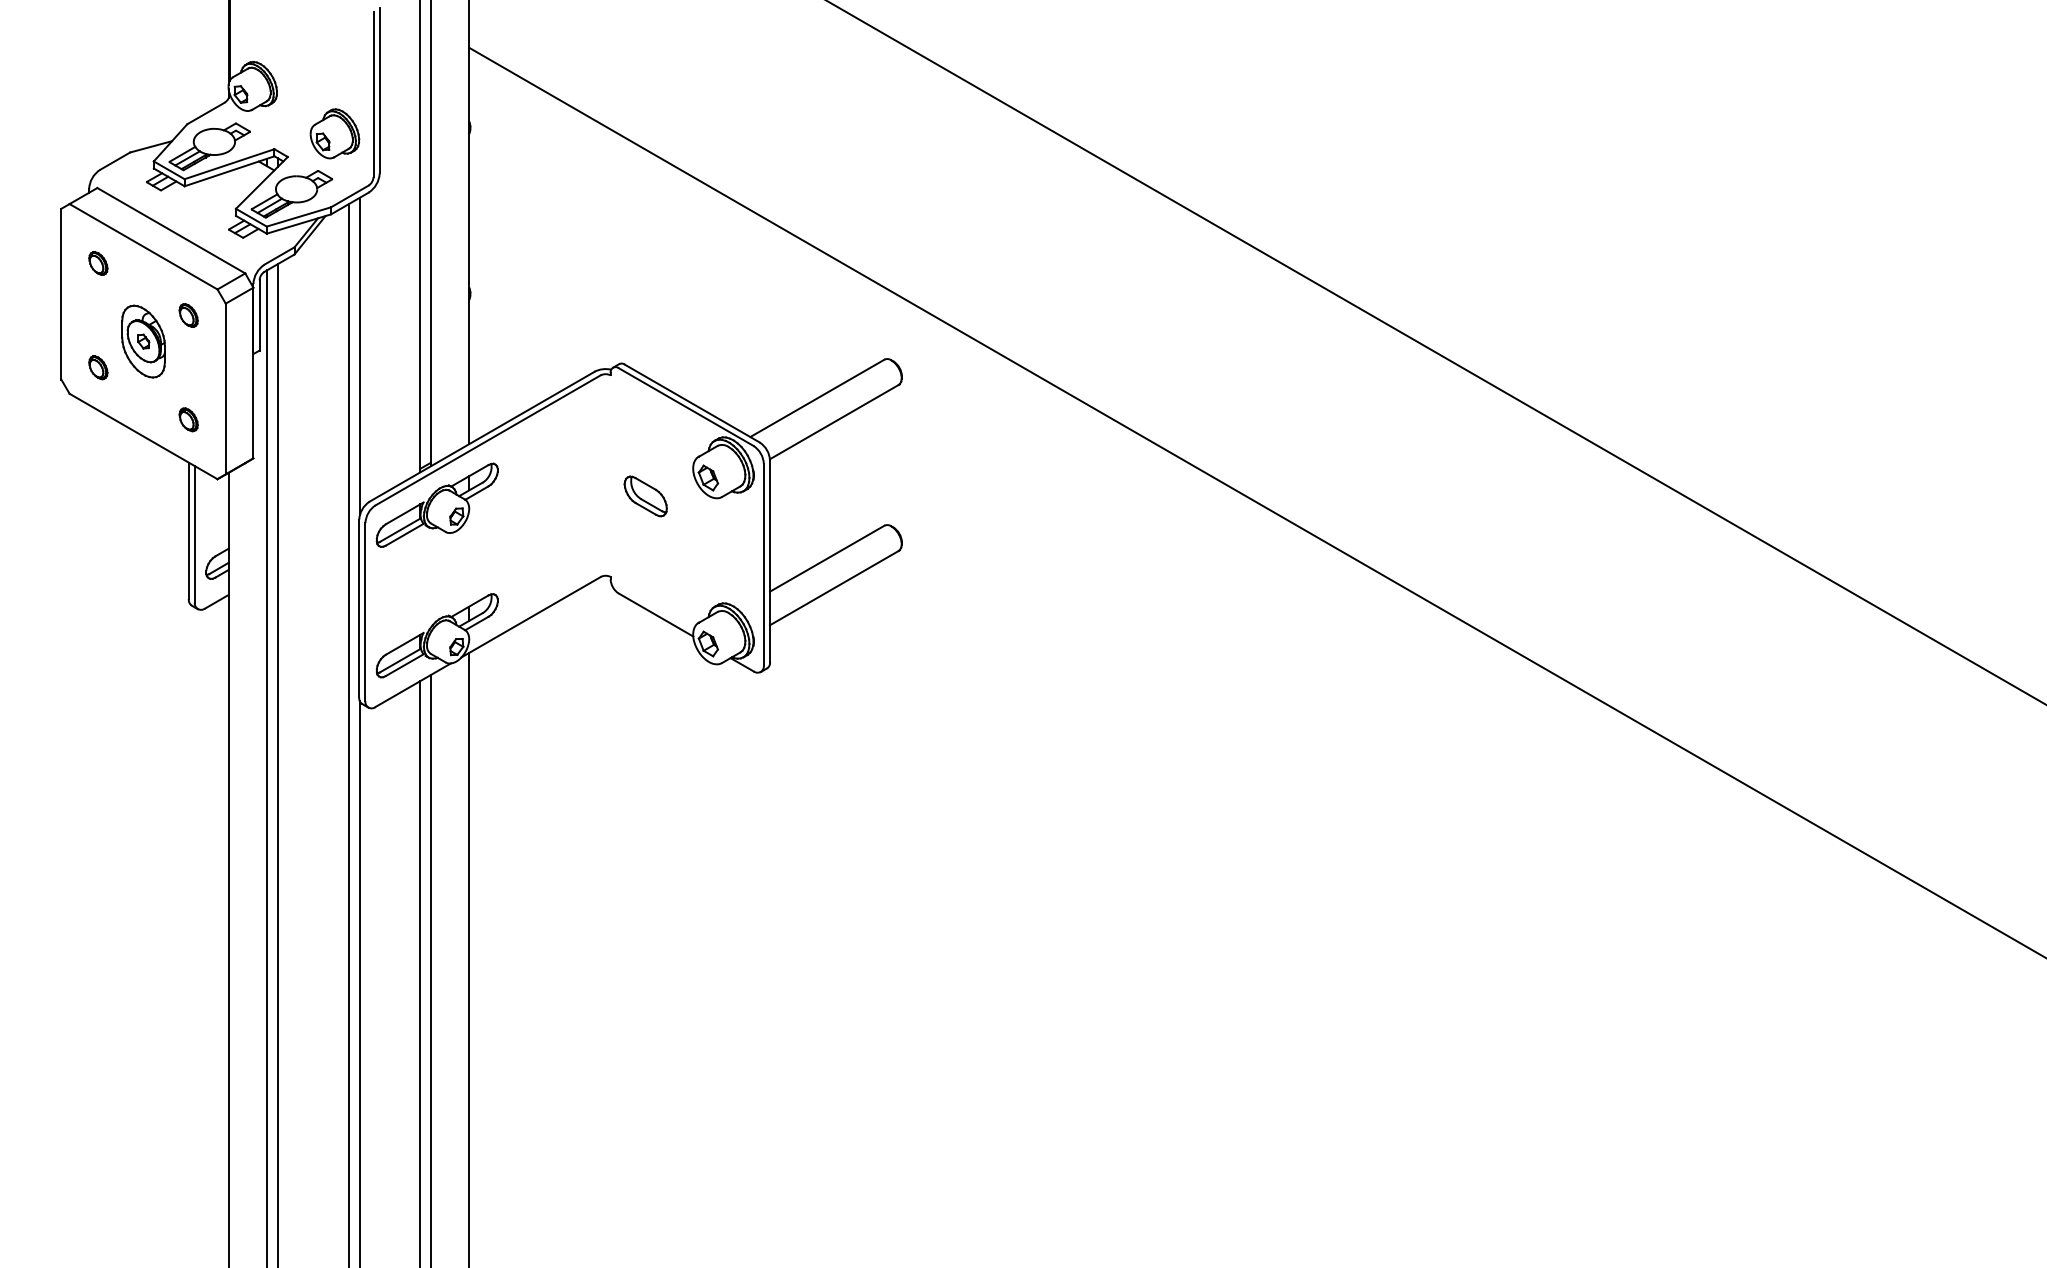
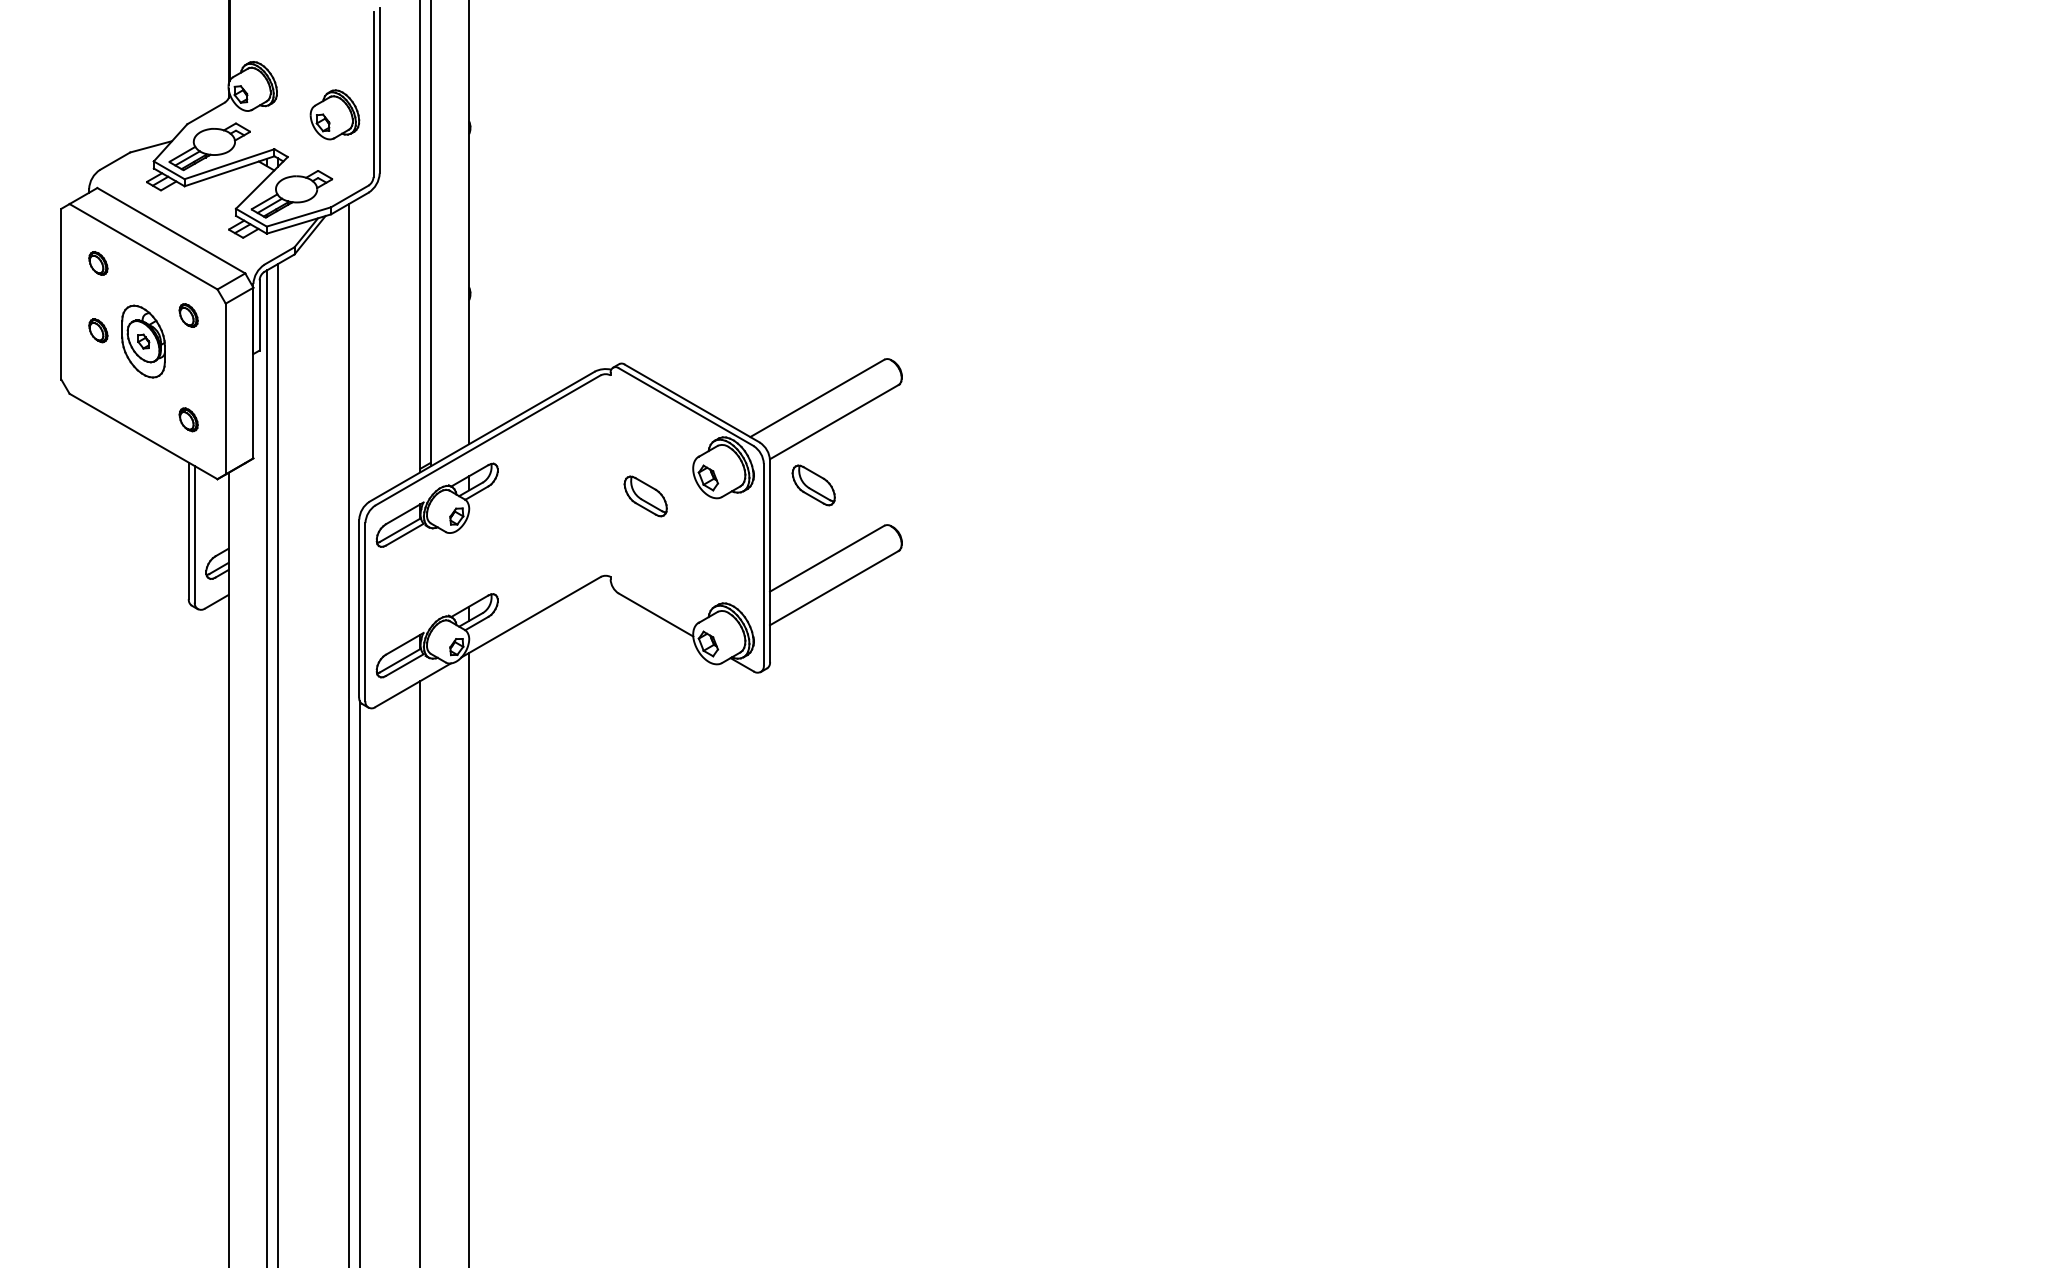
part at (334, 133) position: (334, 133) -> (334, 114)
line at (1436, 352): present -> none
line at (359, 356): present -> none
part at (98, 367) position: (98, 367) -> (98, 330)
part at (813, 485): none -> present
line at (1256, 501): present -> none
line at (430, 969): present -> none
